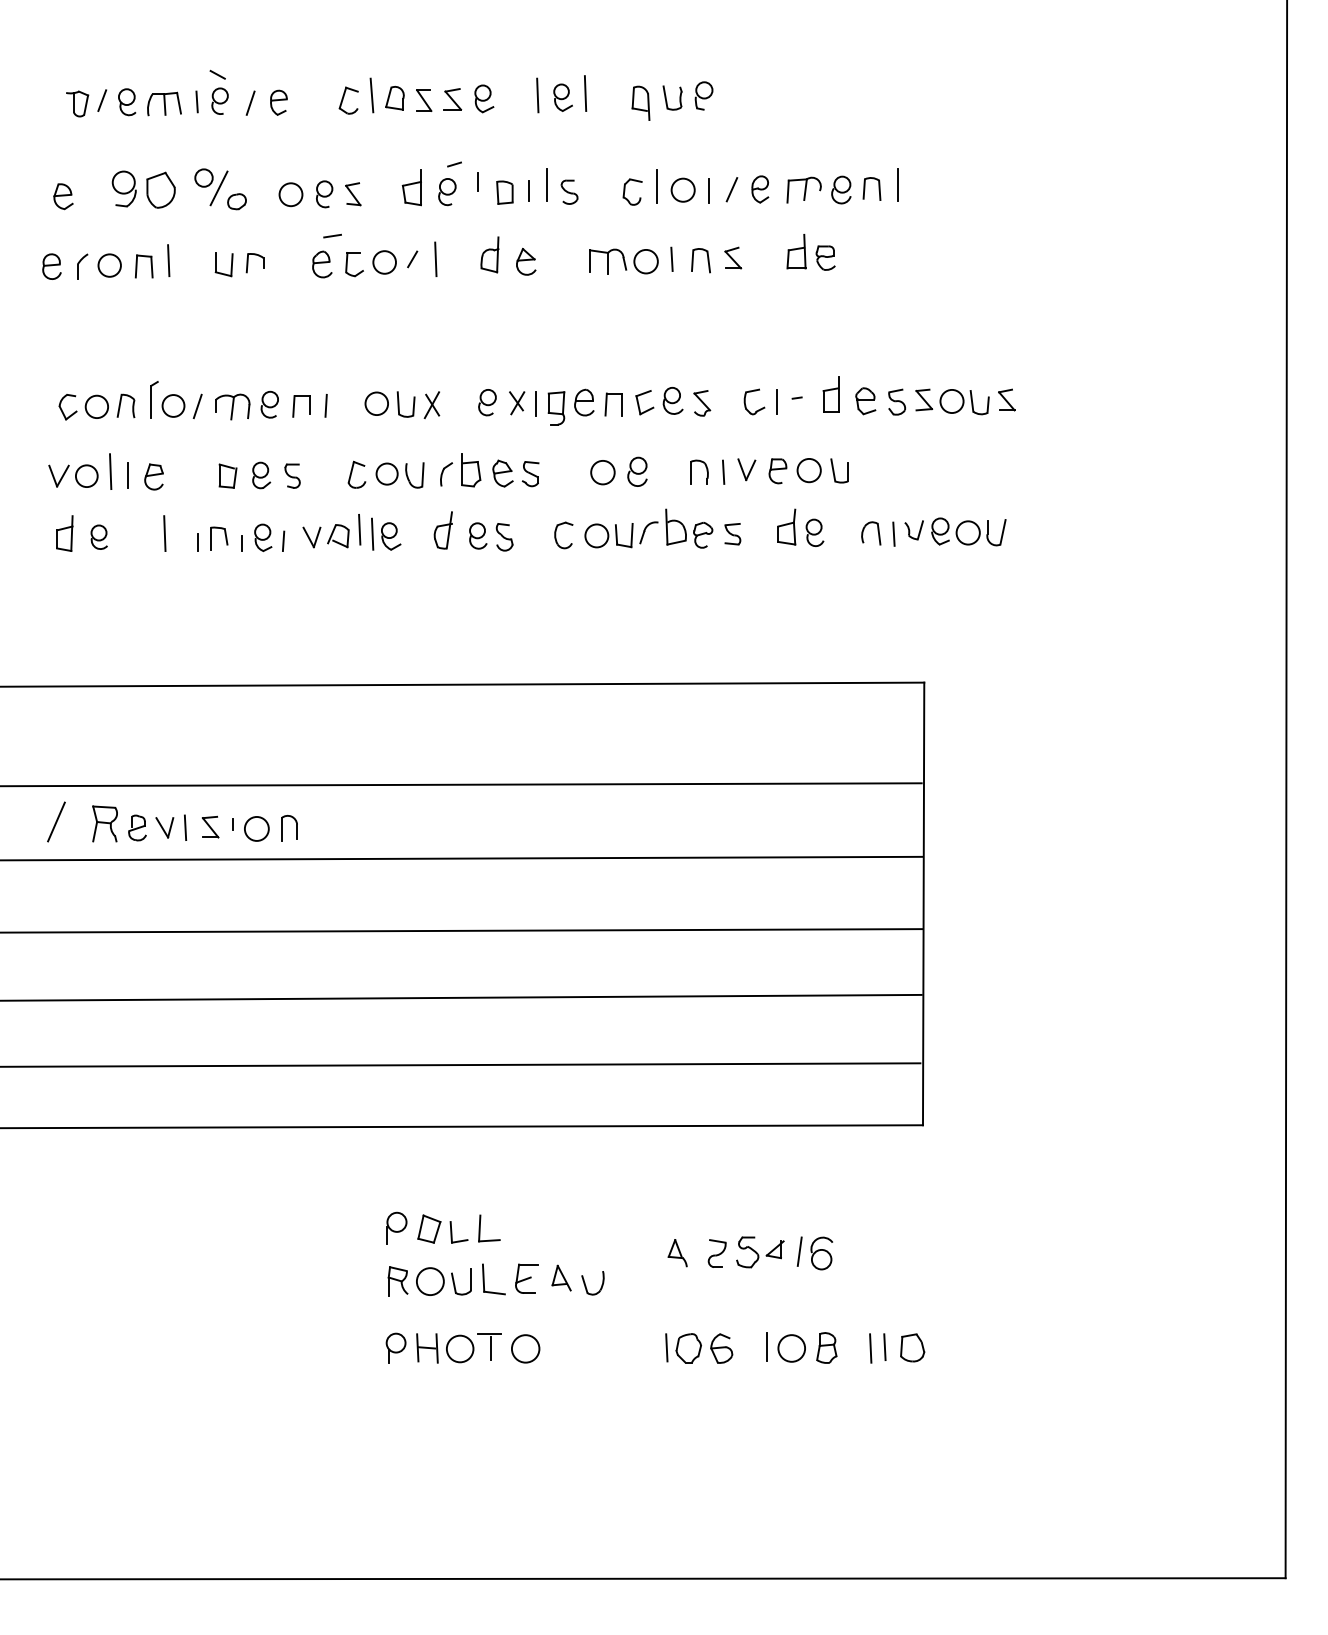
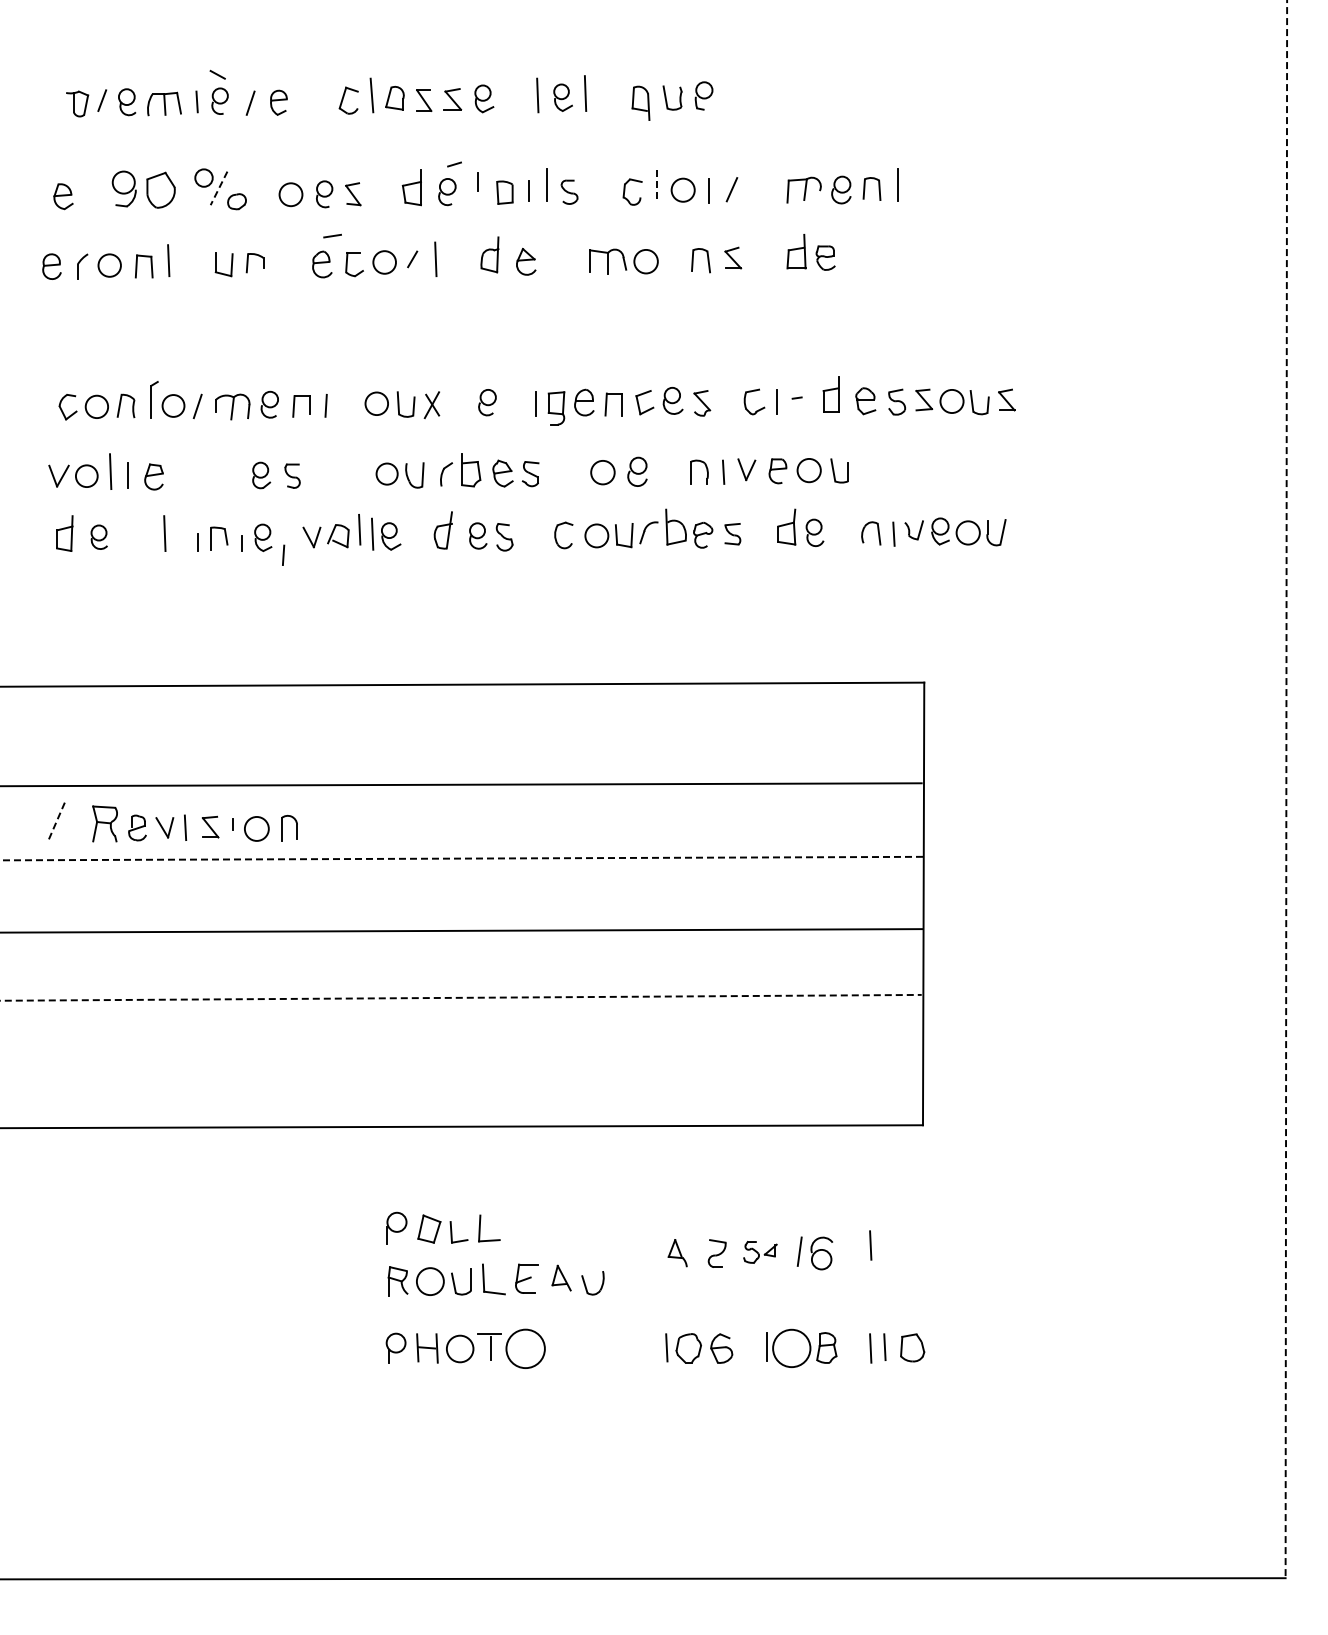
line at (657, 186): solid -> dashed
line at (219, 188): solid -> dashed
part at (760, 189): present -> none
line at (671, 258): present -> none
part at (517, 403): present -> none
part at (356, 474): present -> none
part at (227, 475): present -> none
line at (283, 540) position: (283, 540) -> (283, 554)
line at (1286, 789): solid -> dashed
line at (56, 822): solid -> dashed
line at (461, 858): solid -> dashed
line at (461, 997): solid -> dashed
line at (461, 1064): present -> none
line at (870, 1245): none -> present
part at (760, 1252) size: 49x33 px -> 35x23 px
circle at (525, 1348) diameter: 27 px -> 38 px
circle at (791, 1348) diameter: 27 px -> 37 px
